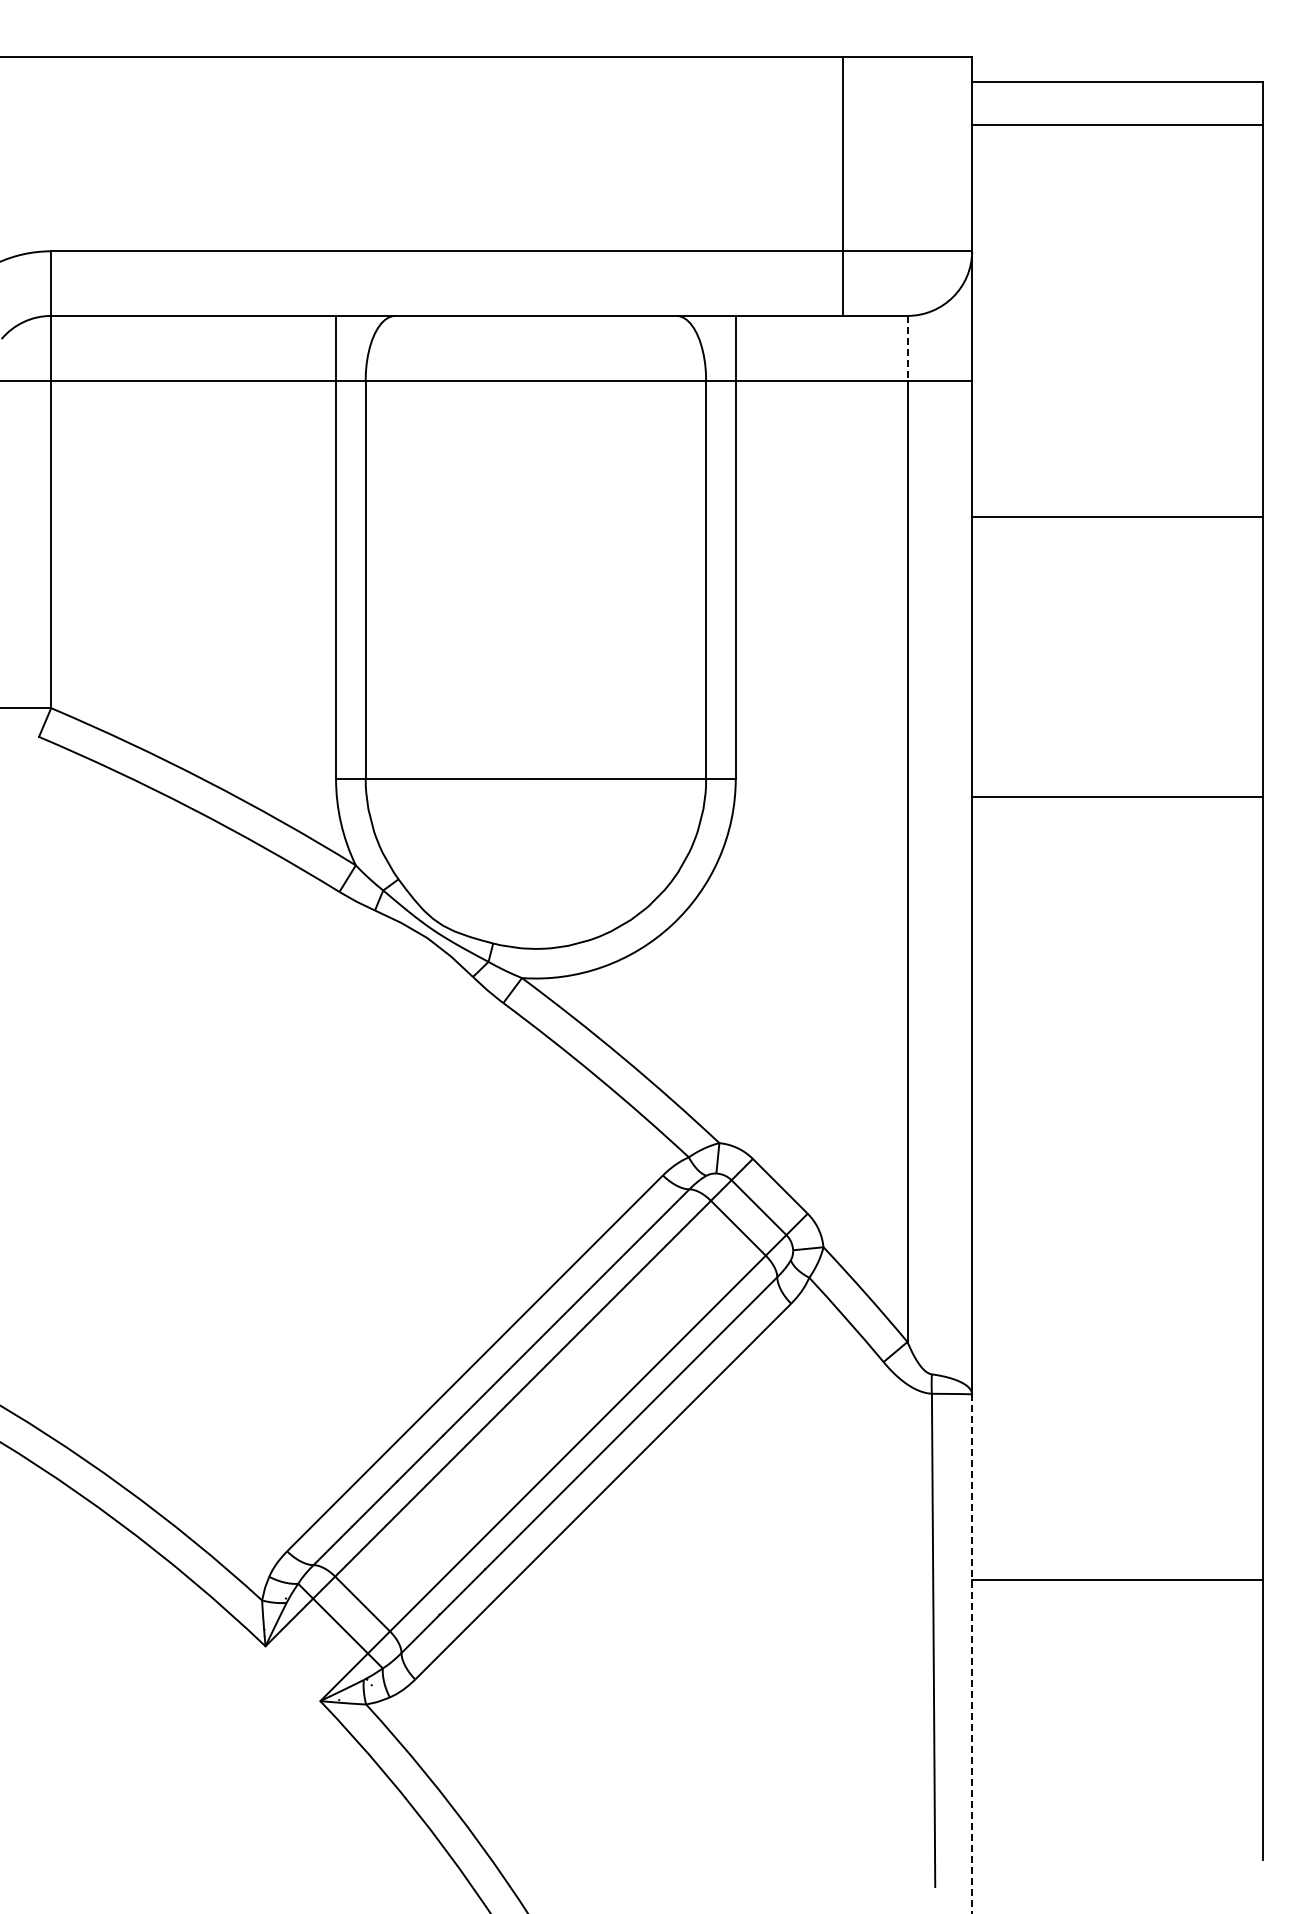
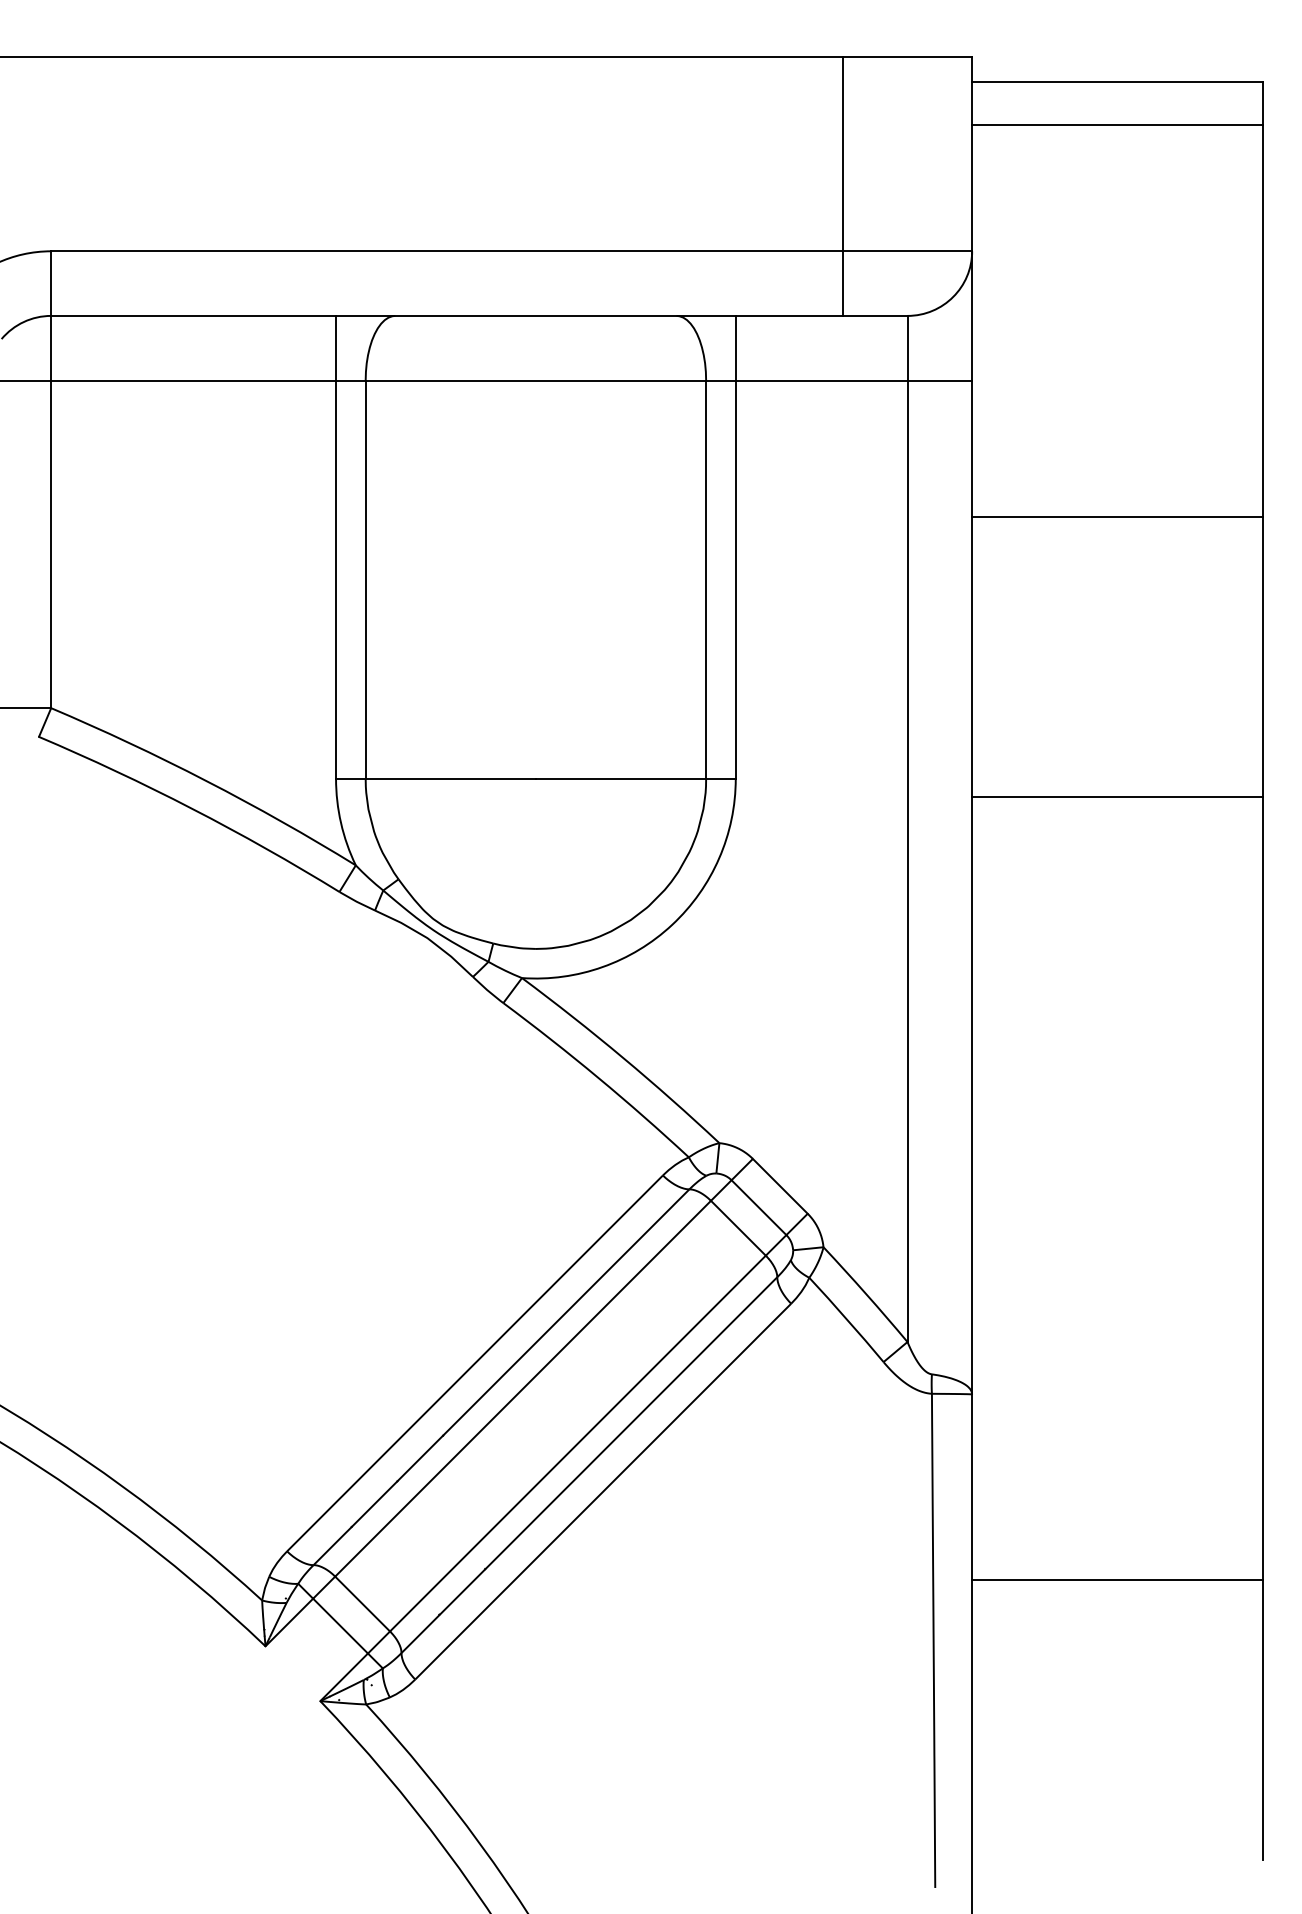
line at (907, 348): dashed -> solid
line at (972, 1654): dashed -> solid
